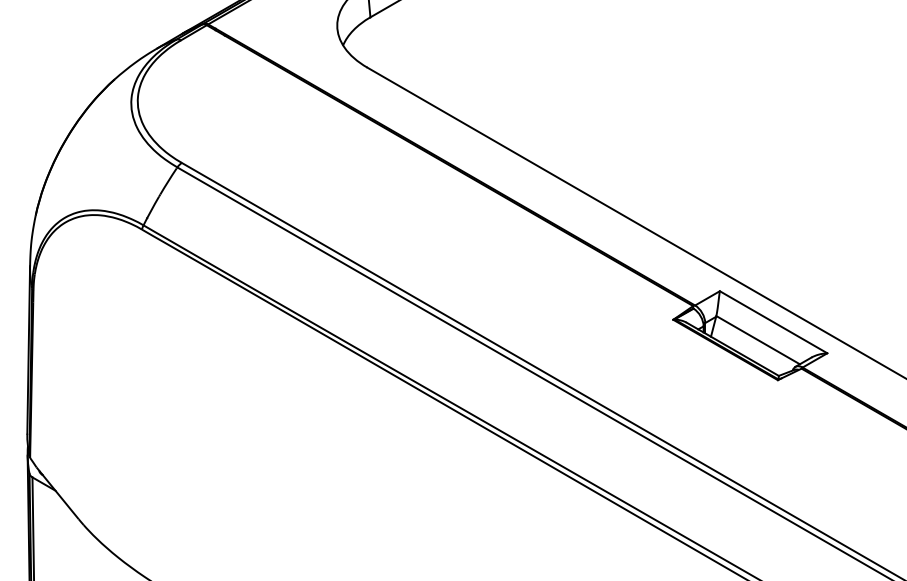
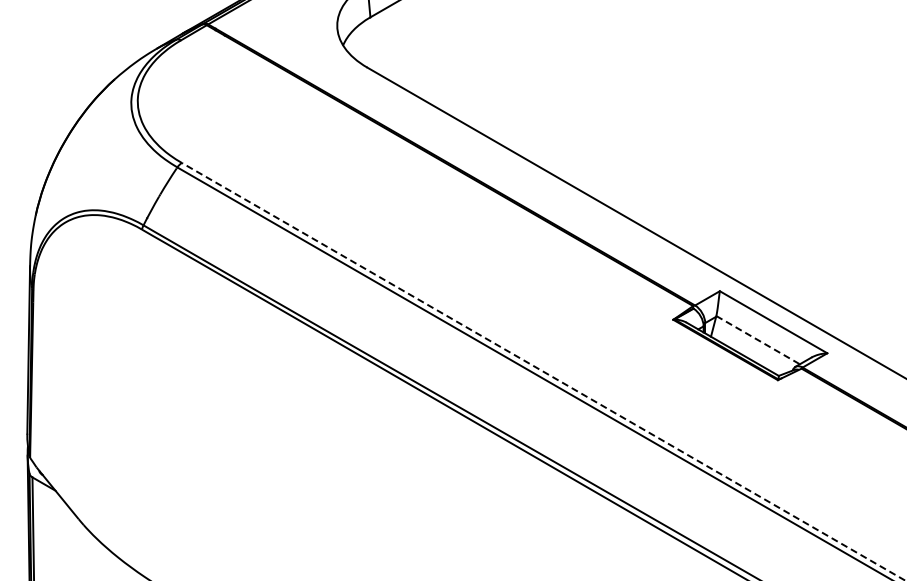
line at (758, 340): solid -> dashed
line at (543, 371): solid -> dashed
